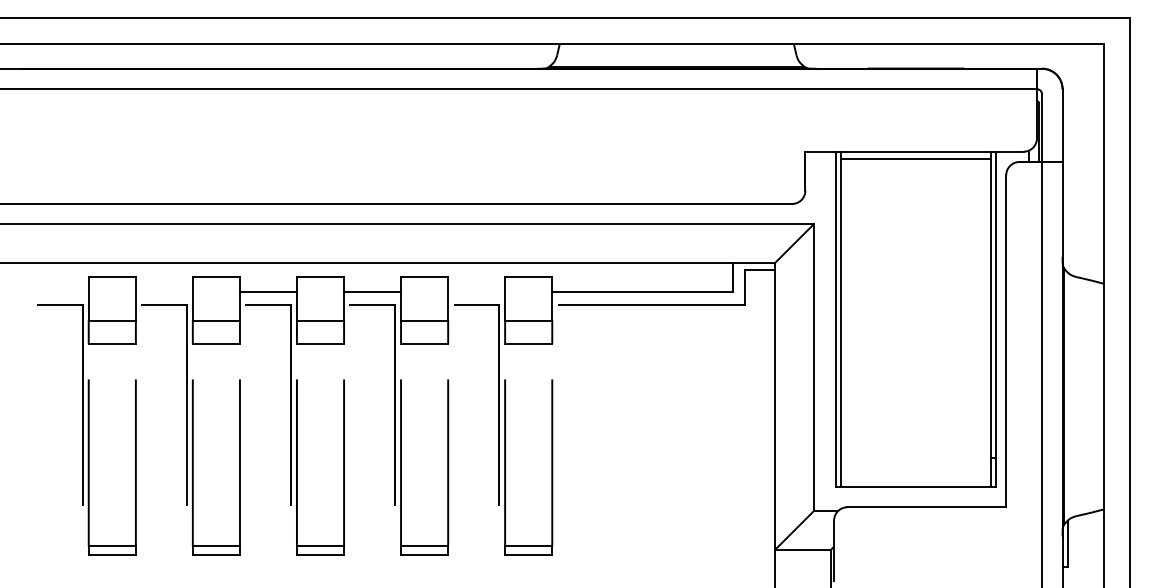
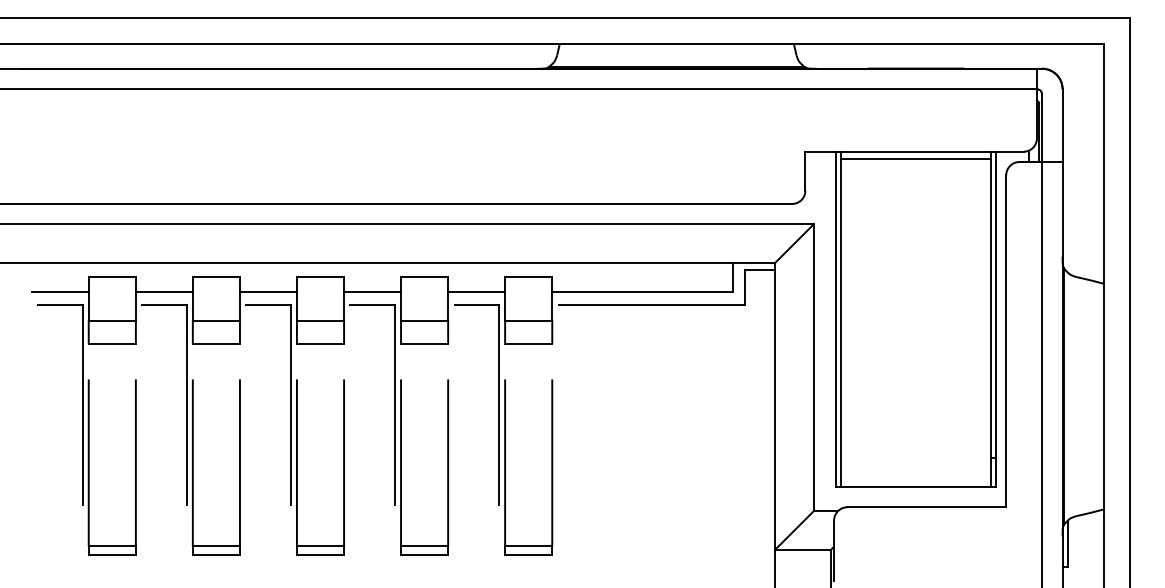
line at (59, 291): none -> present
line at (163, 291): none -> present
line at (476, 291): none -> present
